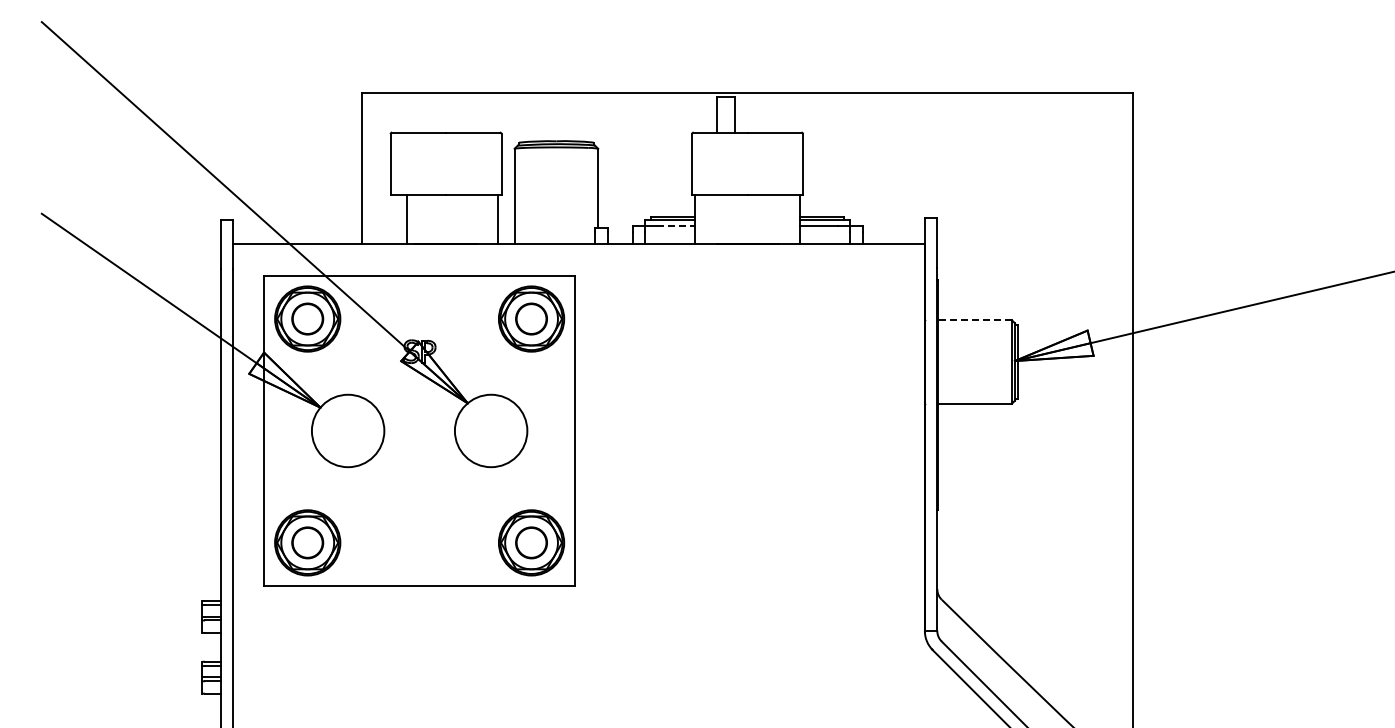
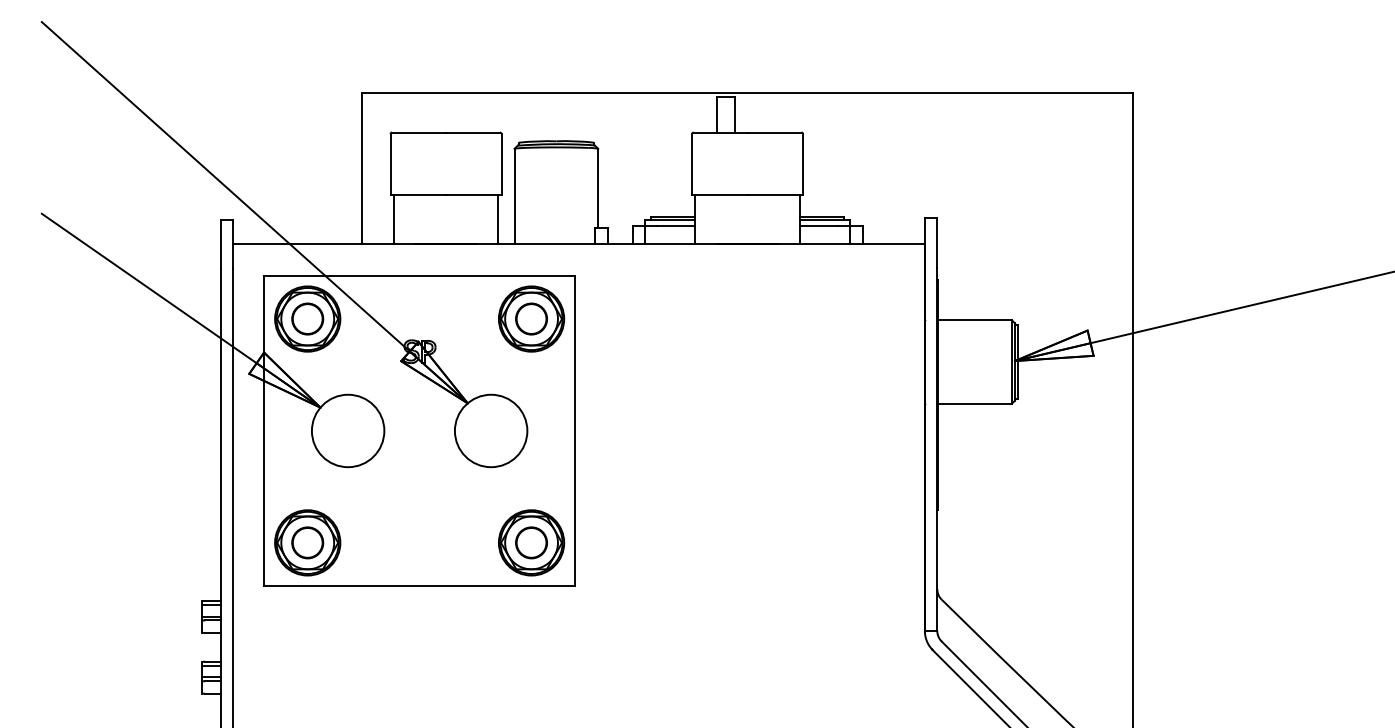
line at (406, 219) position: (406, 219) -> (393, 219)
line at (676, 225): dashed -> solid
line at (974, 320): dashed -> solid
